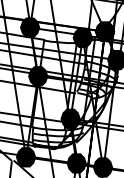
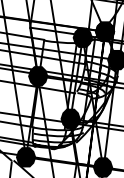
fill at (29, 27): present -> none
fill at (76, 163): present -> none
